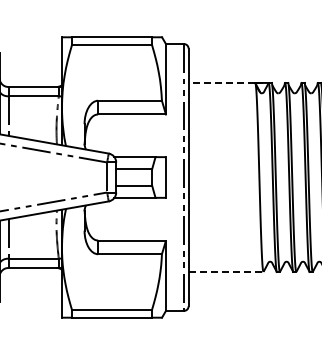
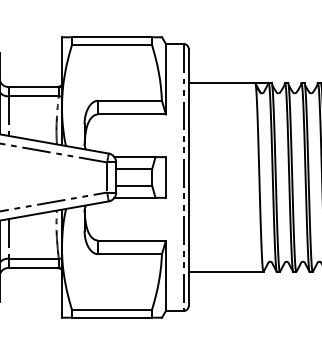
line at (221, 82): dashed -> solid
line at (226, 272): dashed -> solid
